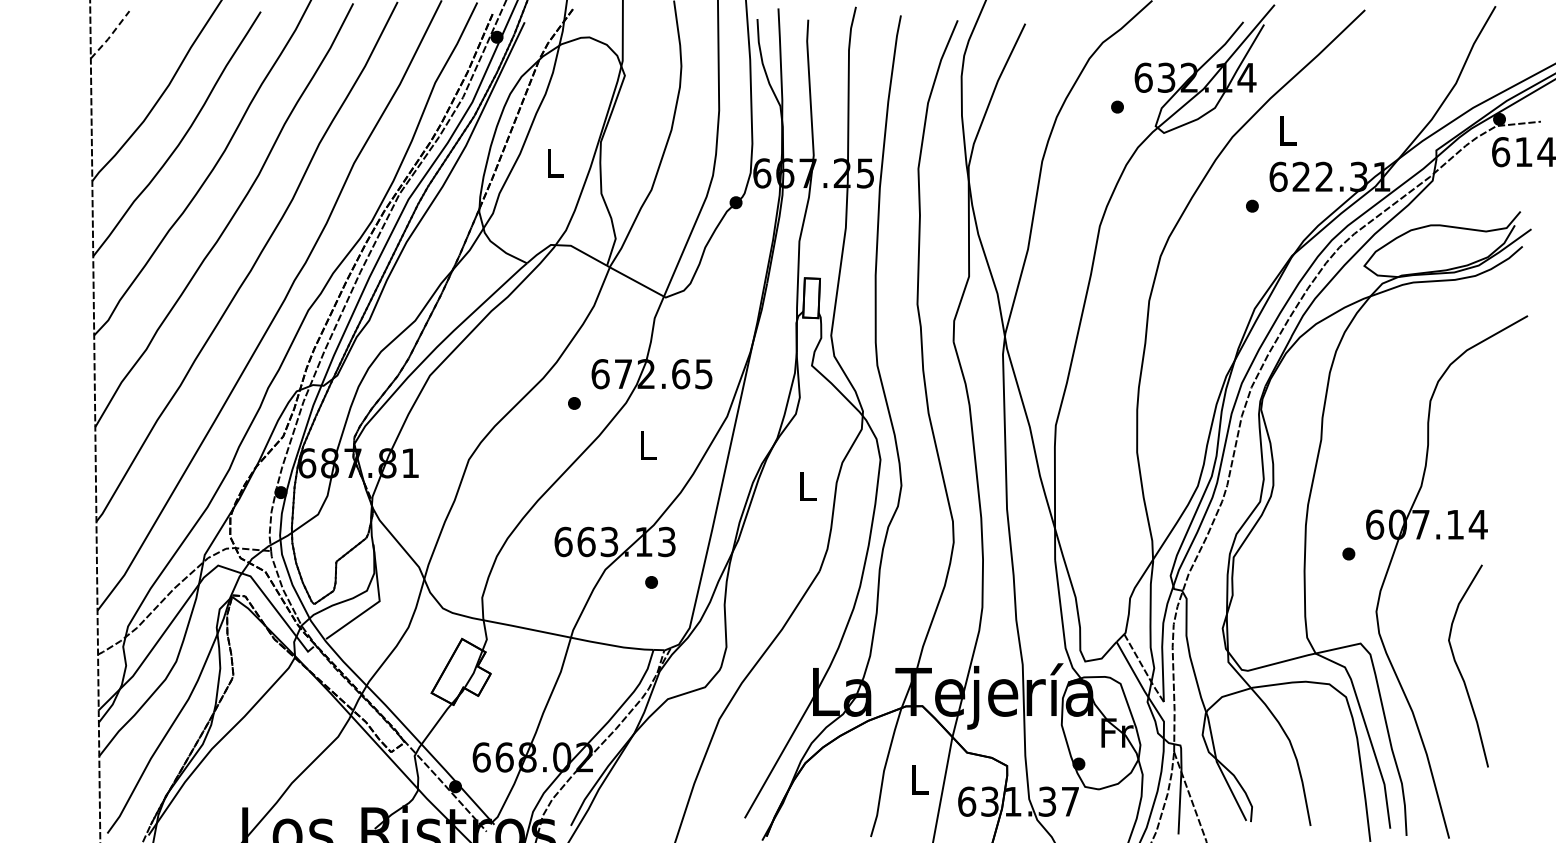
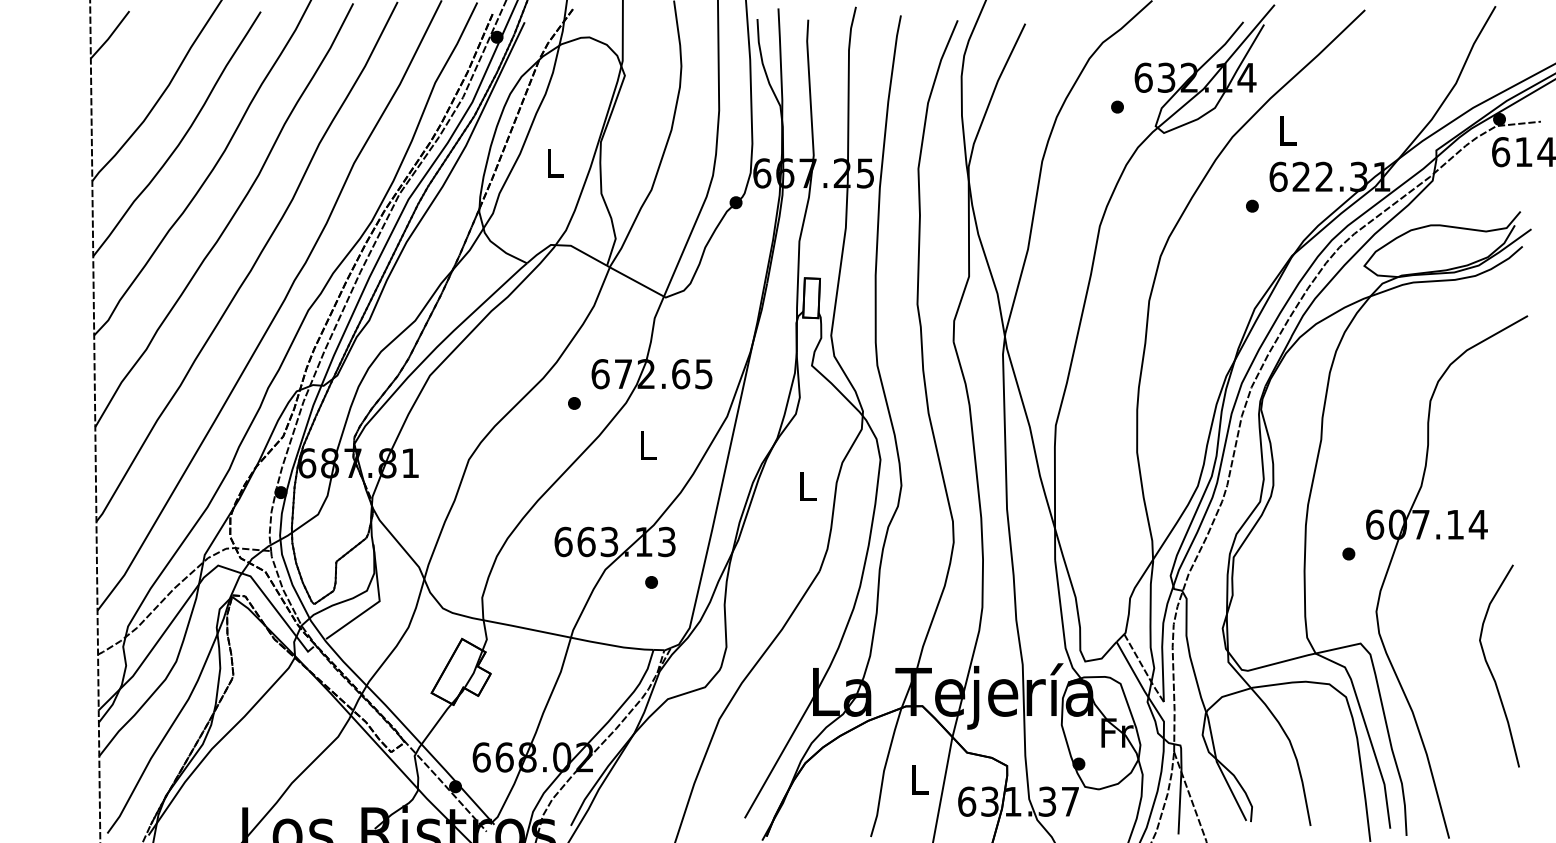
line at (111, 35): dashed -> solid
curve at (1460, 670) position: (1460, 670) -> (1491, 670)
